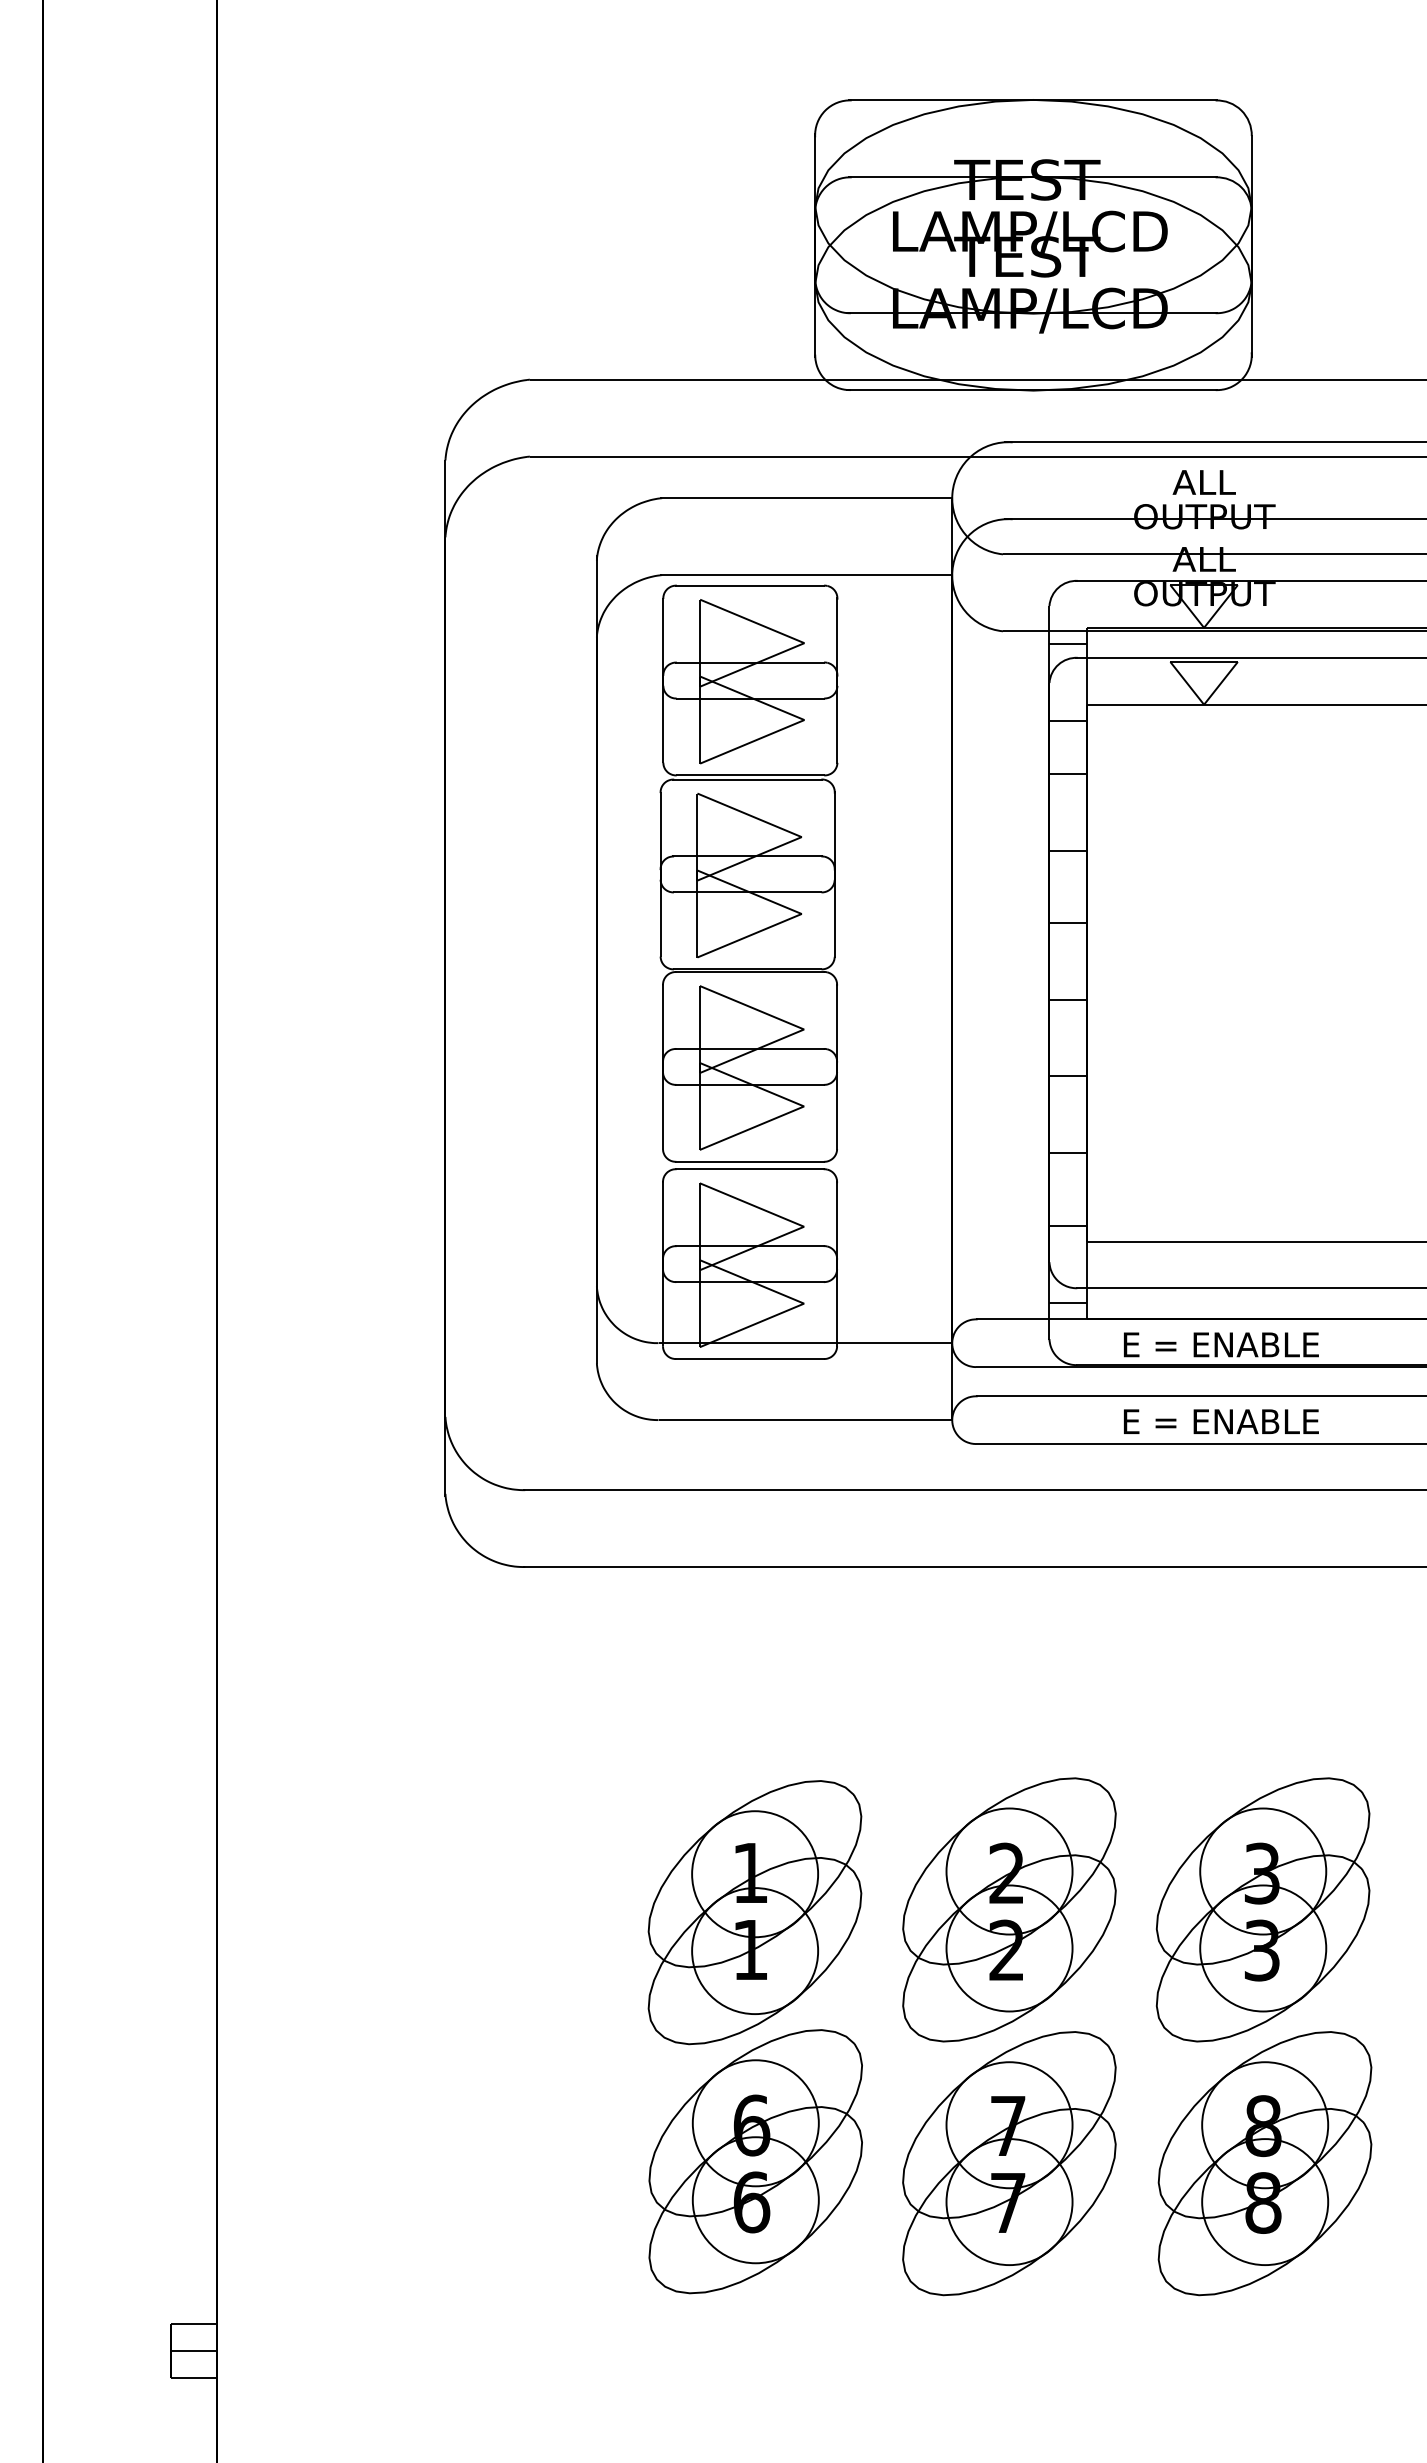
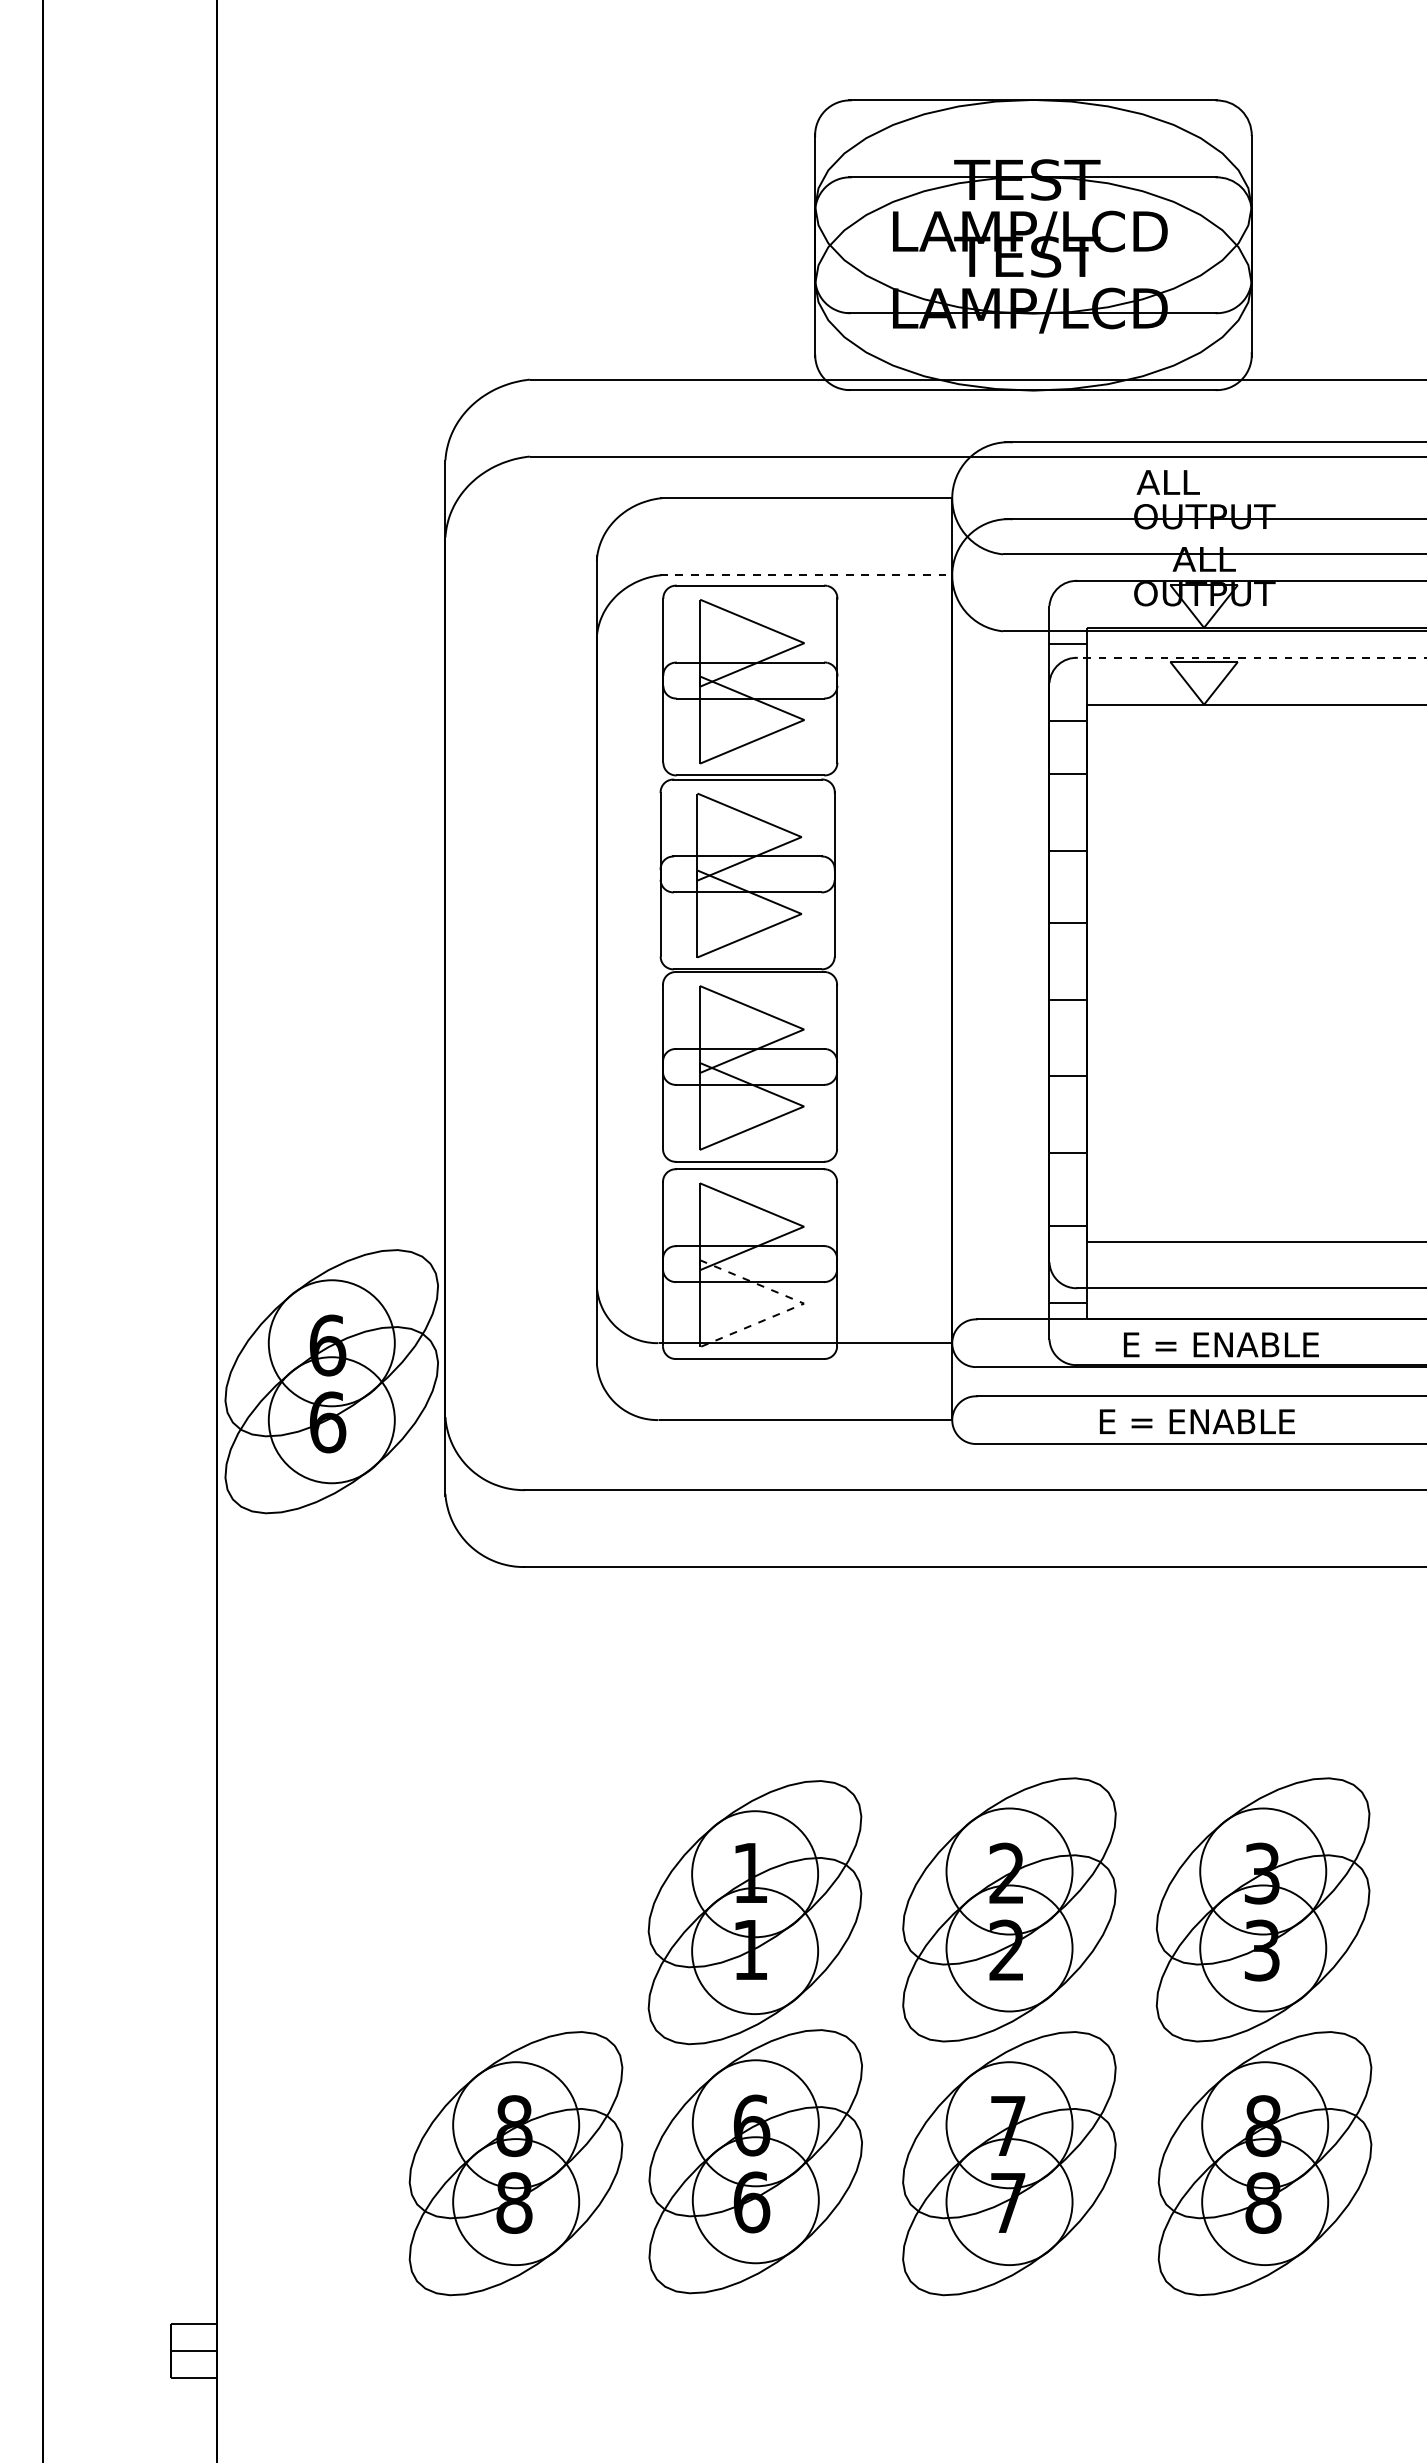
text at (1203, 482) position: (1203, 482) -> (1167, 482)
line at (806, 575): solid -> dashed
line at (1251, 657): solid -> dashed
line at (804, 1303): solid -> dashed
part at (331, 1381): none -> present
text at (1221, 1421) position: (1221, 1421) -> (1197, 1421)
part at (515, 2163): none -> present
